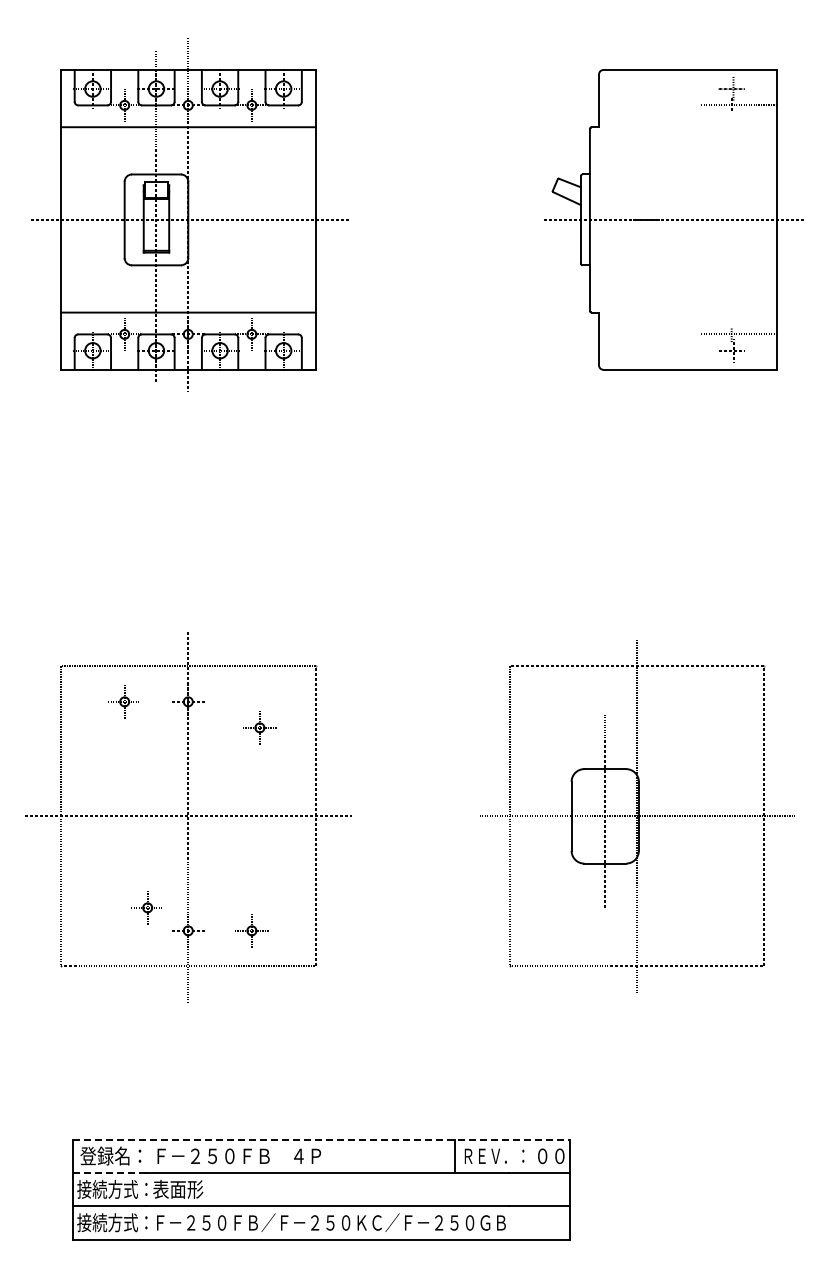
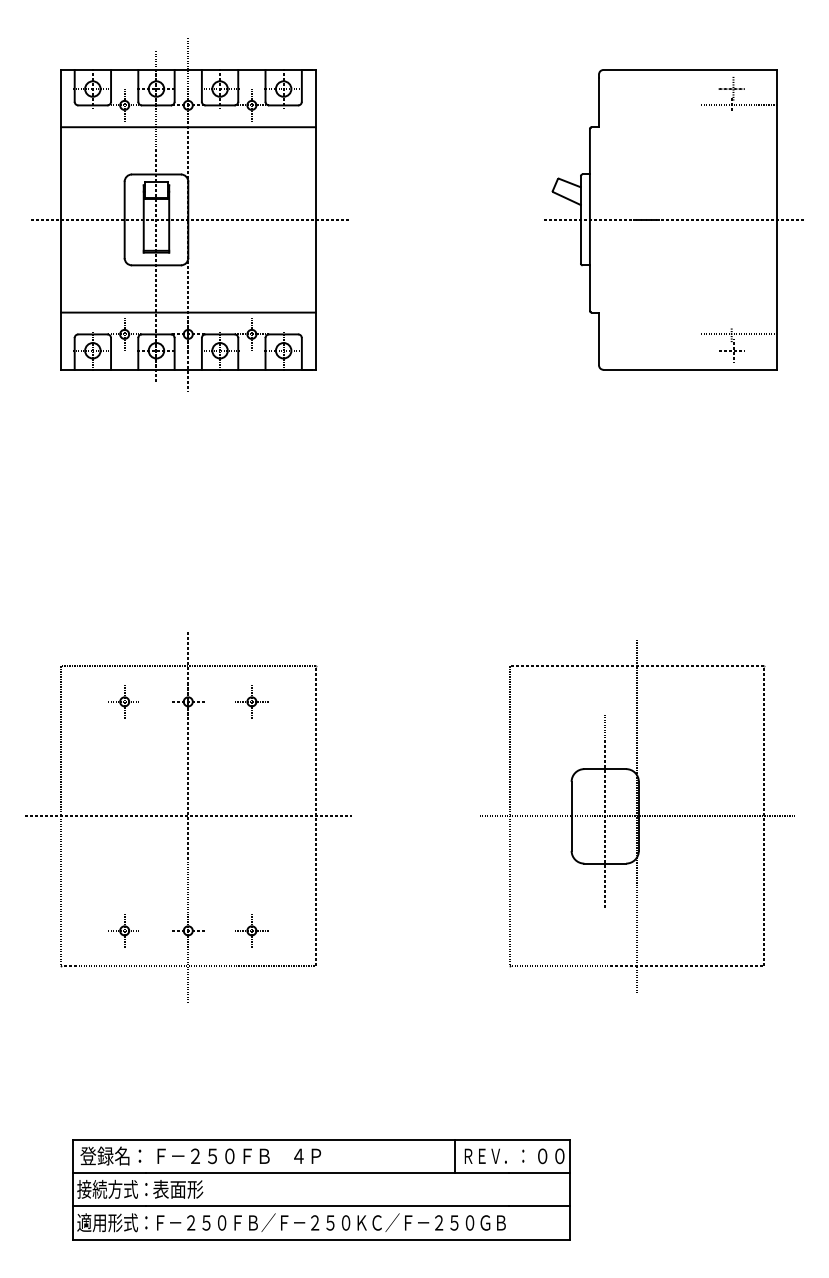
part at (259, 727) position: (259, 727) -> (251, 701)
part at (146, 907) position: (146, 907) -> (123, 930)
line at (322, 1139): dashed -> solid
line at (110, 1173): dashed -> solid
text at (99, 1222): 接続方式： -> 適用形式：
